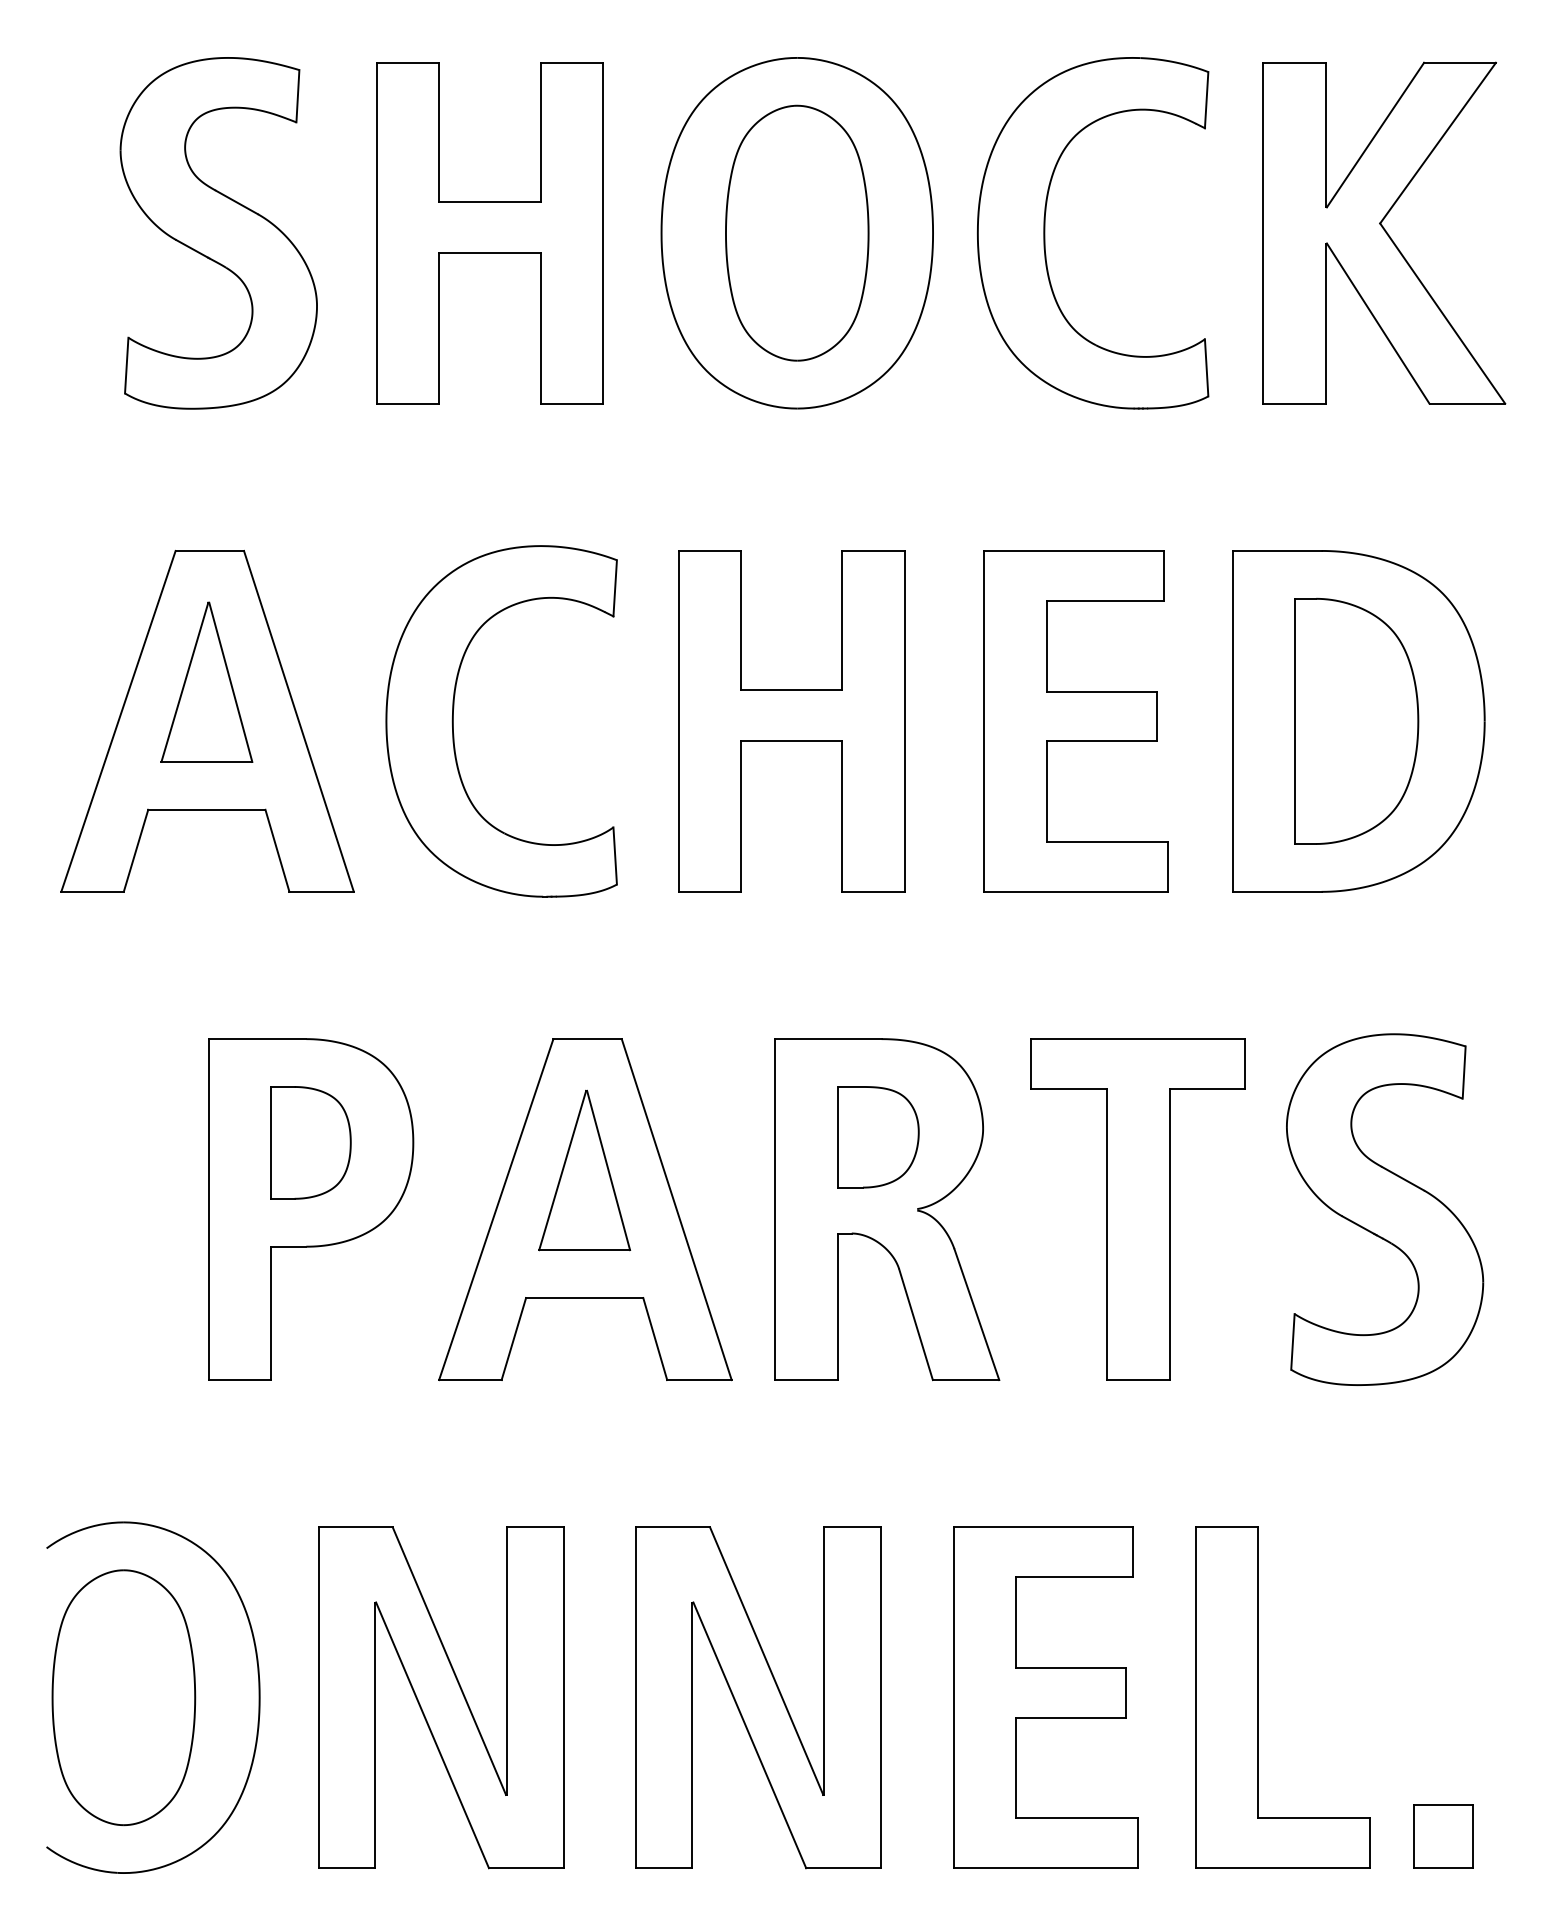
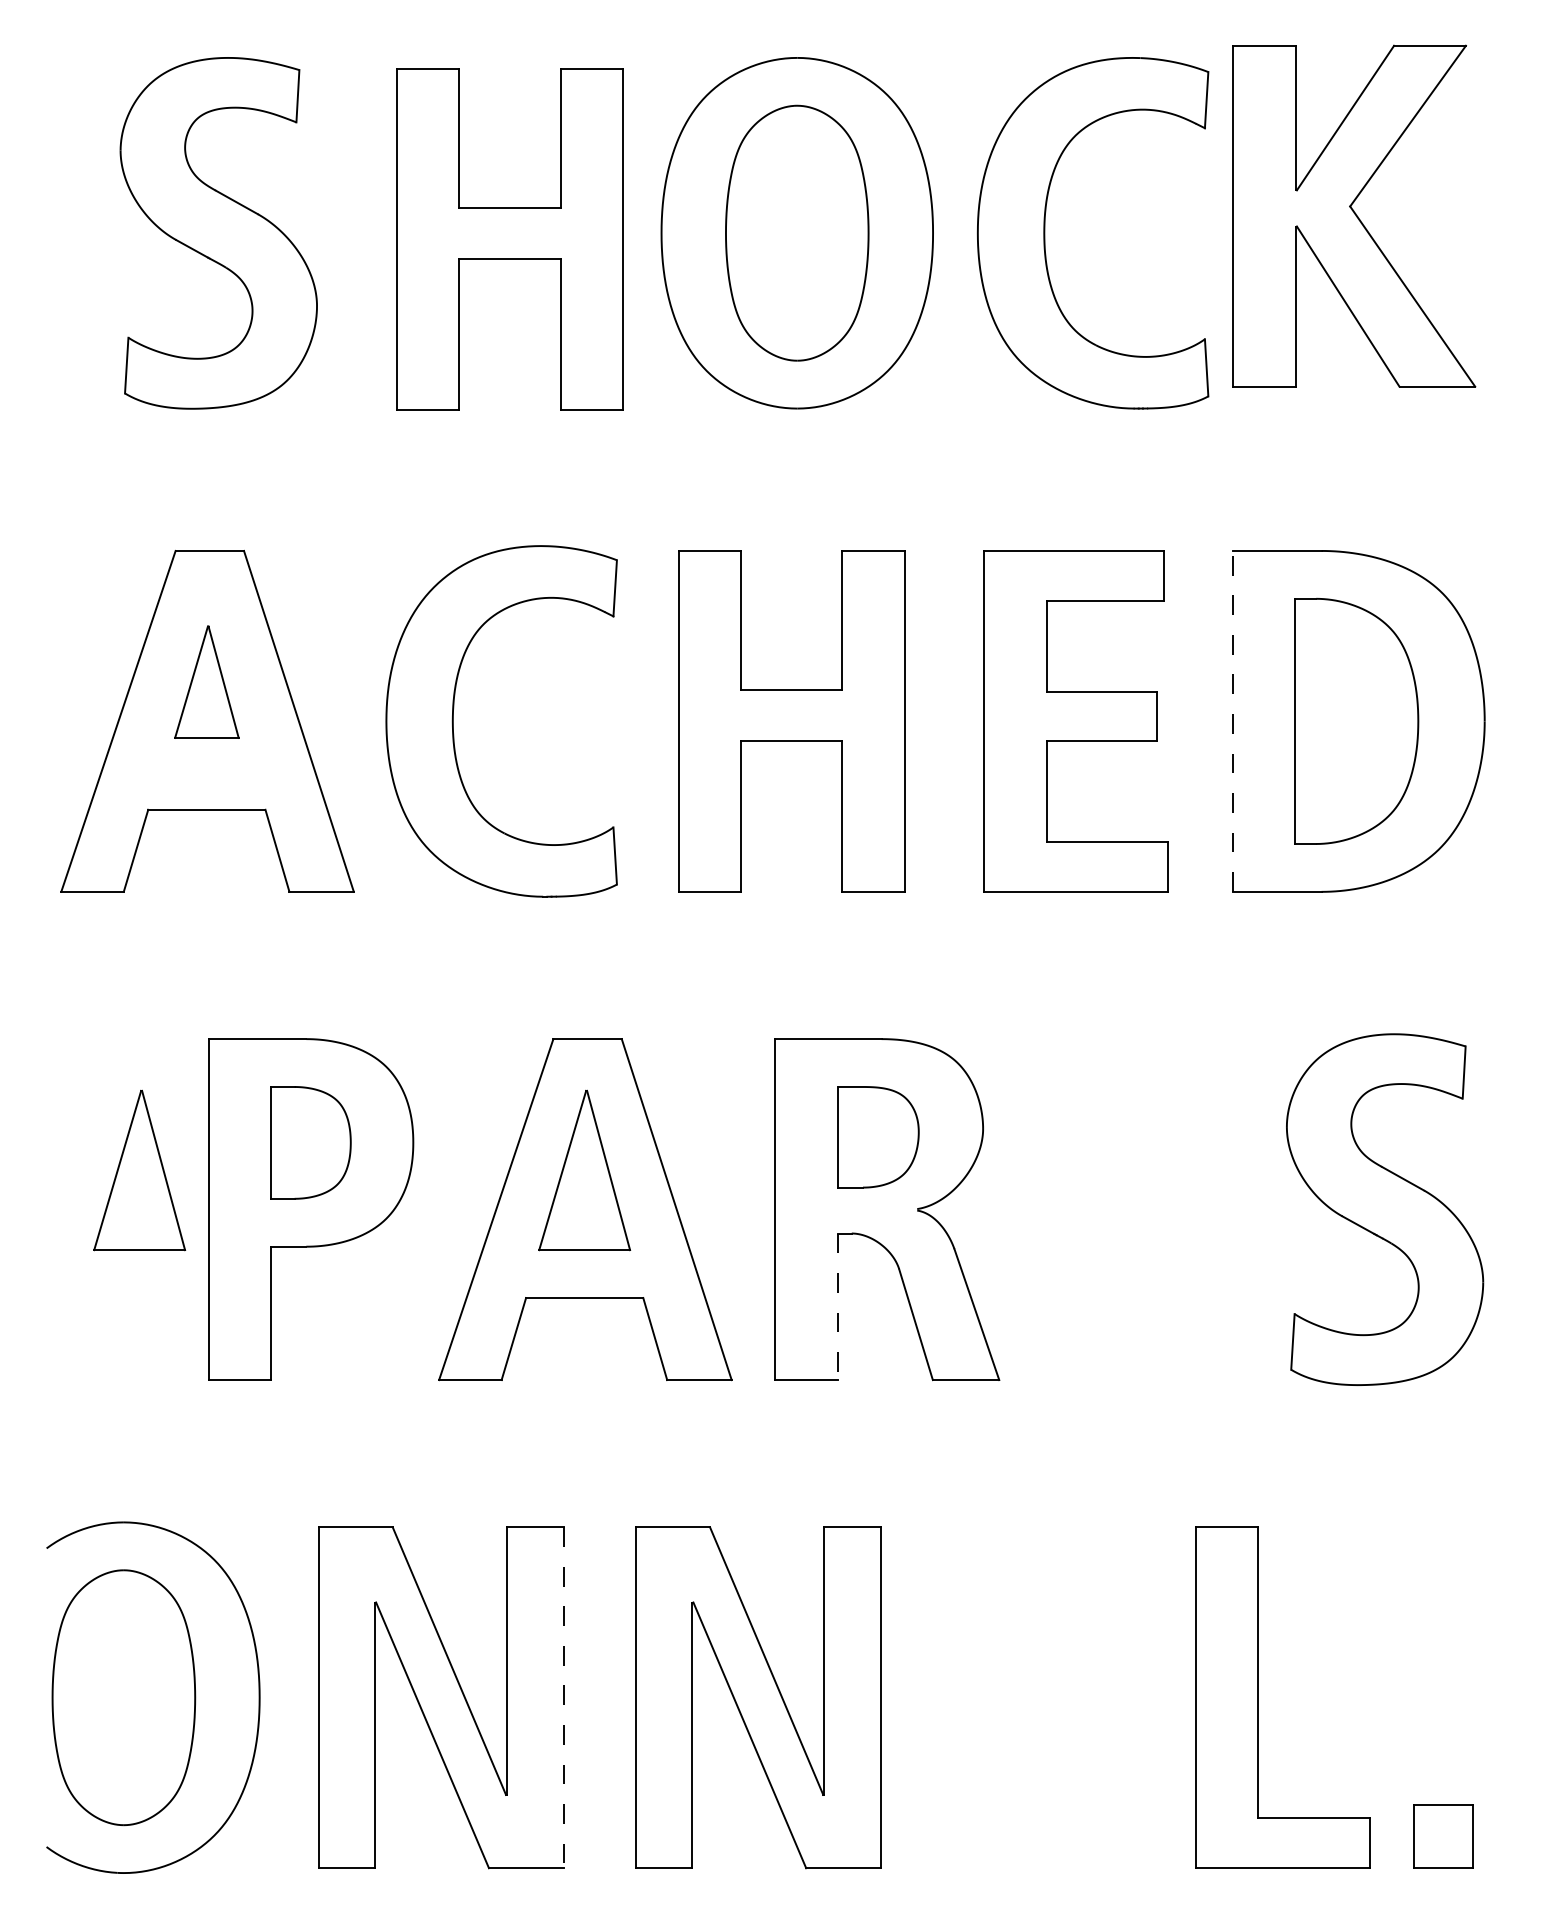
part at (1384, 232) position: (1384, 232) -> (1354, 215)
part at (489, 233) position: (489, 233) -> (509, 239)
part at (206, 681) size: 94x162 px -> 66x114 px
line at (1232, 720): solid -> dashed
part at (139, 1170): none -> present
part at (1137, 1209): present -> none
line at (837, 1307): solid -> dashed
part at (1045, 1697): present -> none
line at (563, 1698): solid -> dashed
